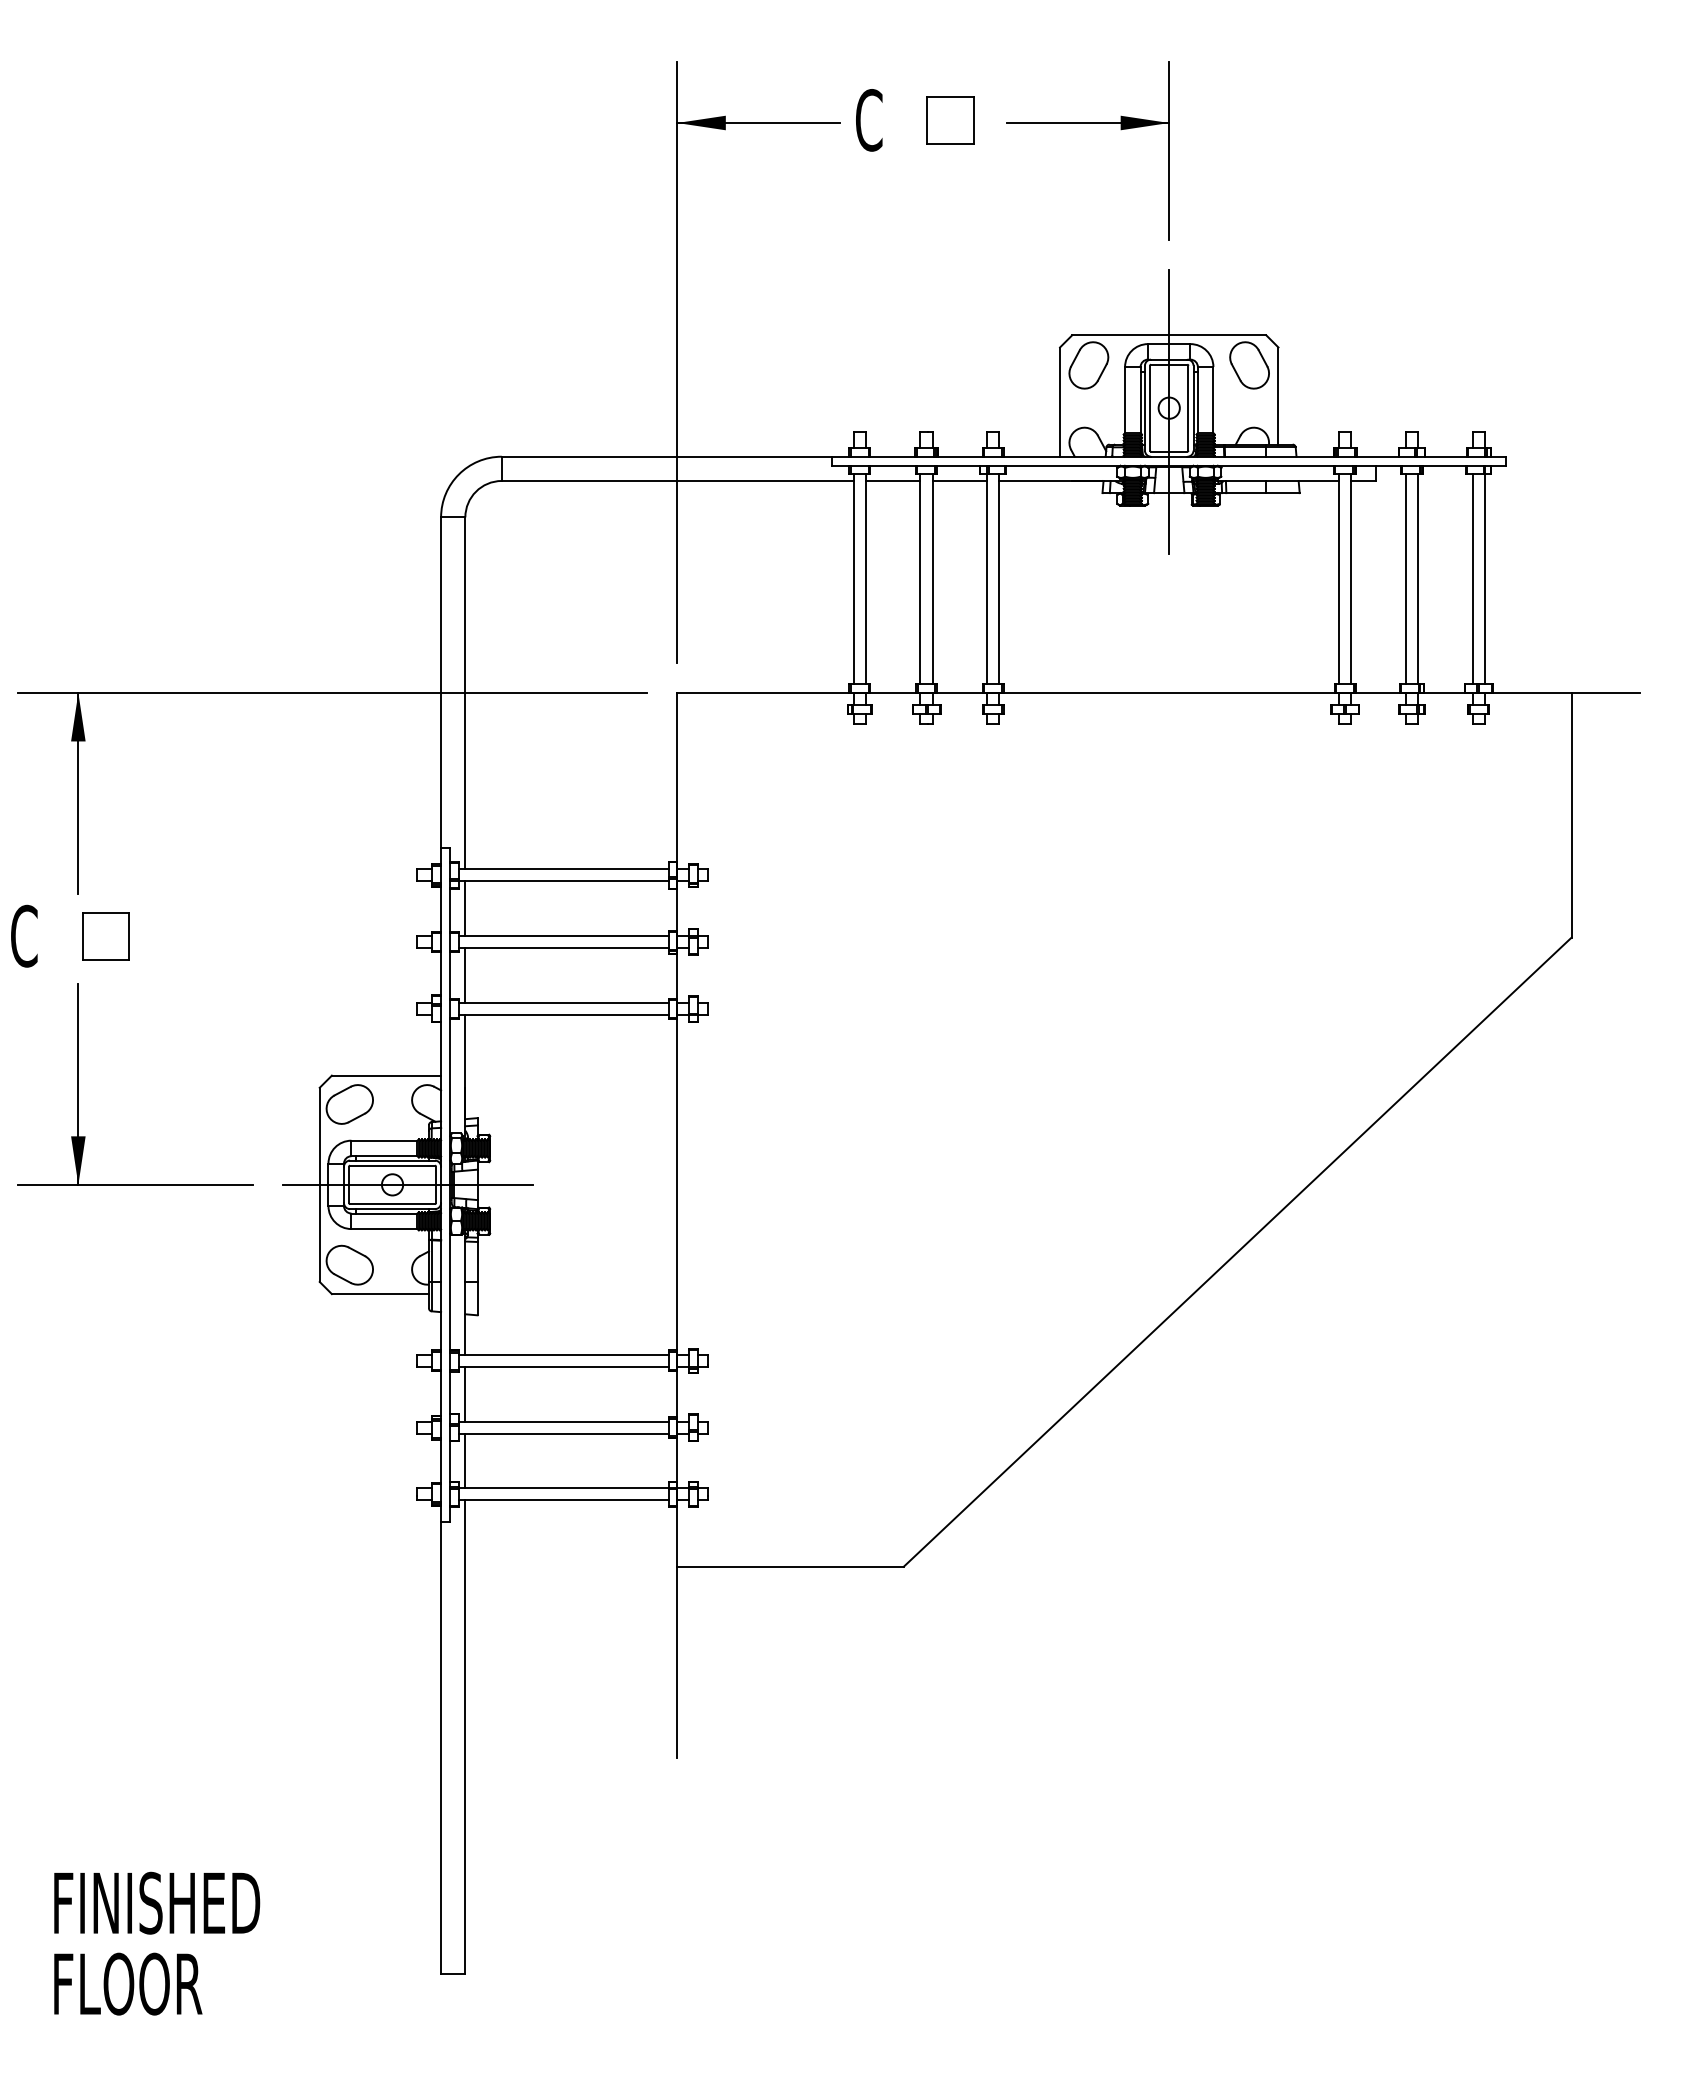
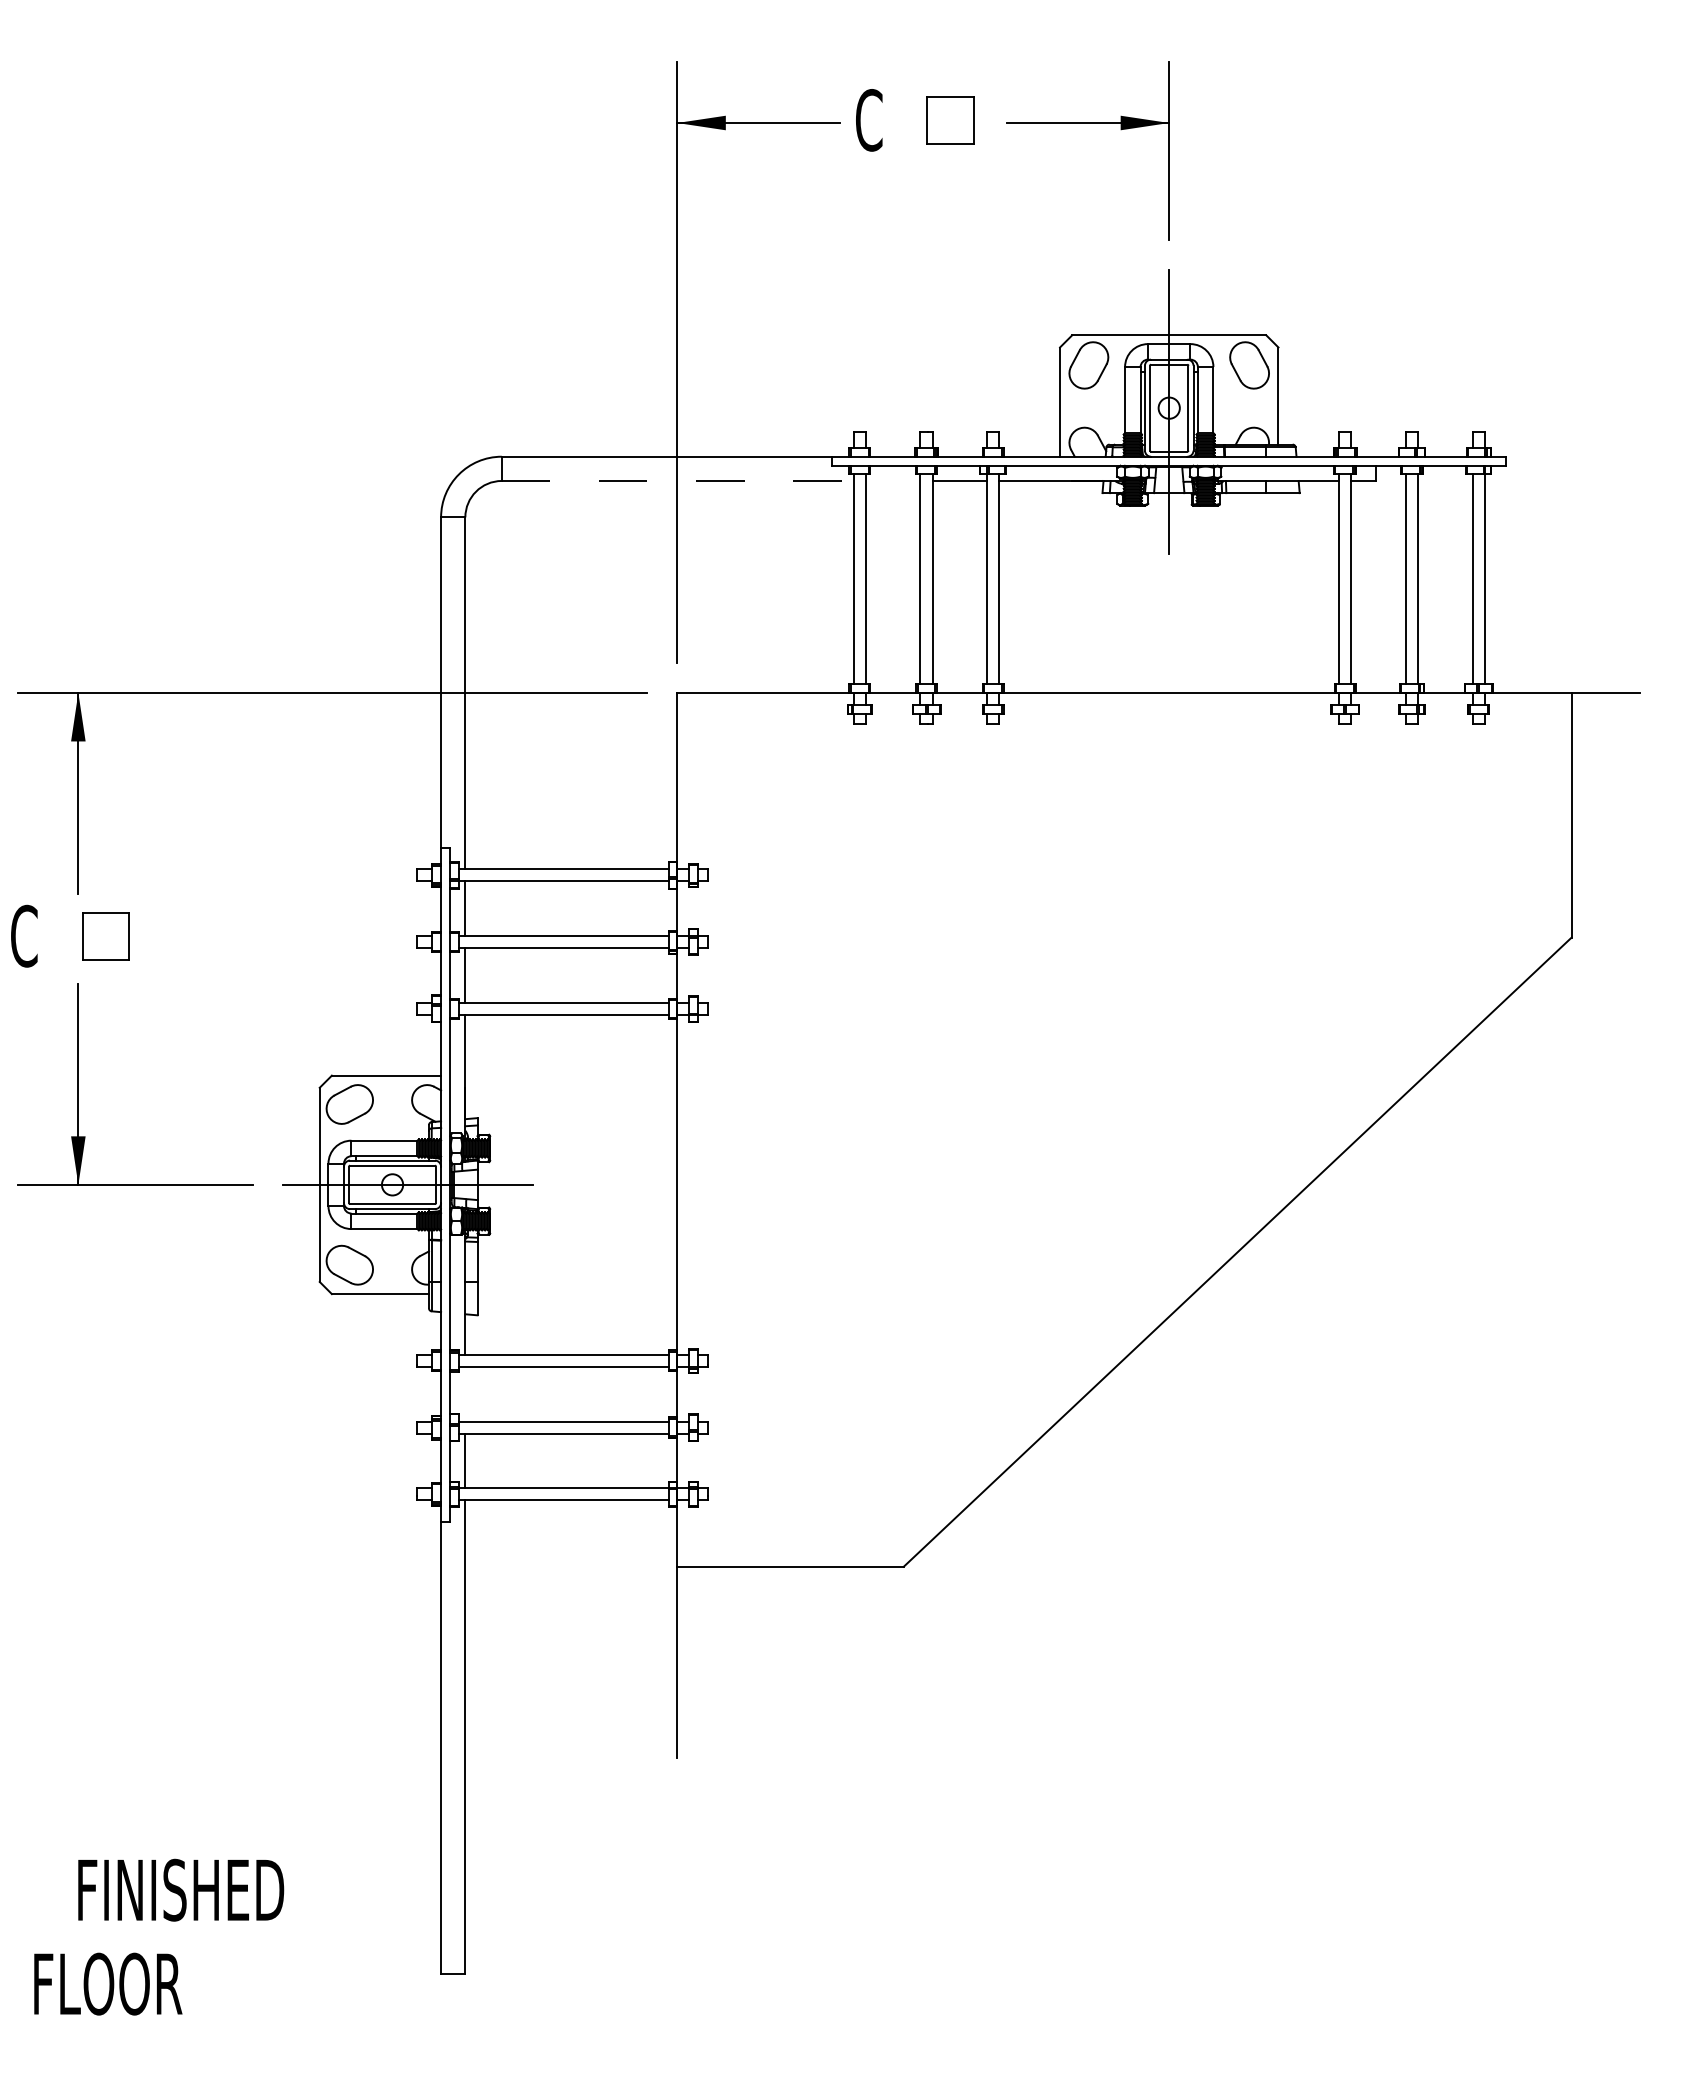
line at (677, 481): solid -> dashed
line at (892, 481): present -> none
line at (465, 1393): present -> none
text at (157, 1902) position: (157, 1902) -> (181, 1889)
text at (128, 1983) position: (128, 1983) -> (108, 1983)
